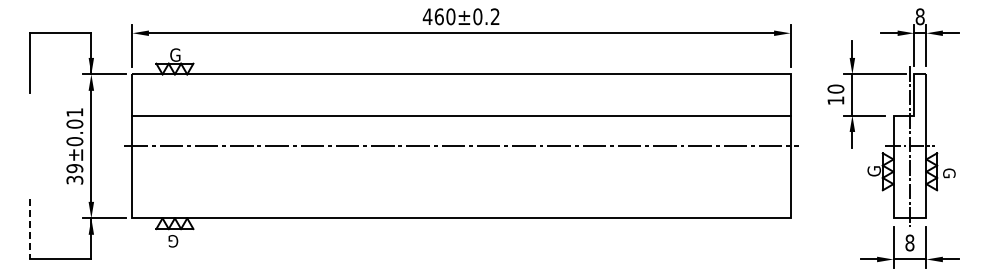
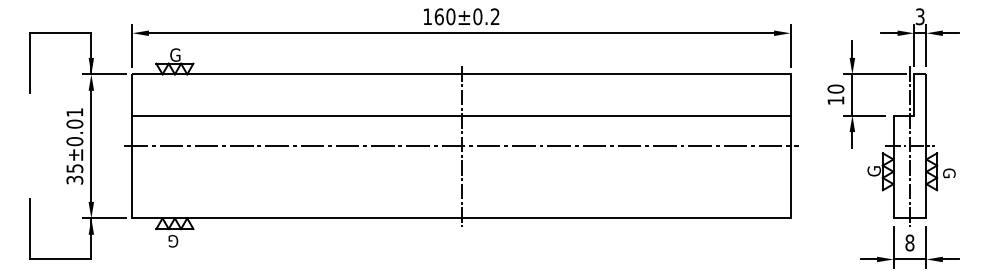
text at (427, 16): 460±0.2 -> 160±0.2
text at (919, 16): 8 -> 3
line at (461, 146): none -> present
text at (74, 168): 39±0.01 -> 35±0.01
line at (29, 229): dashed -> solid
